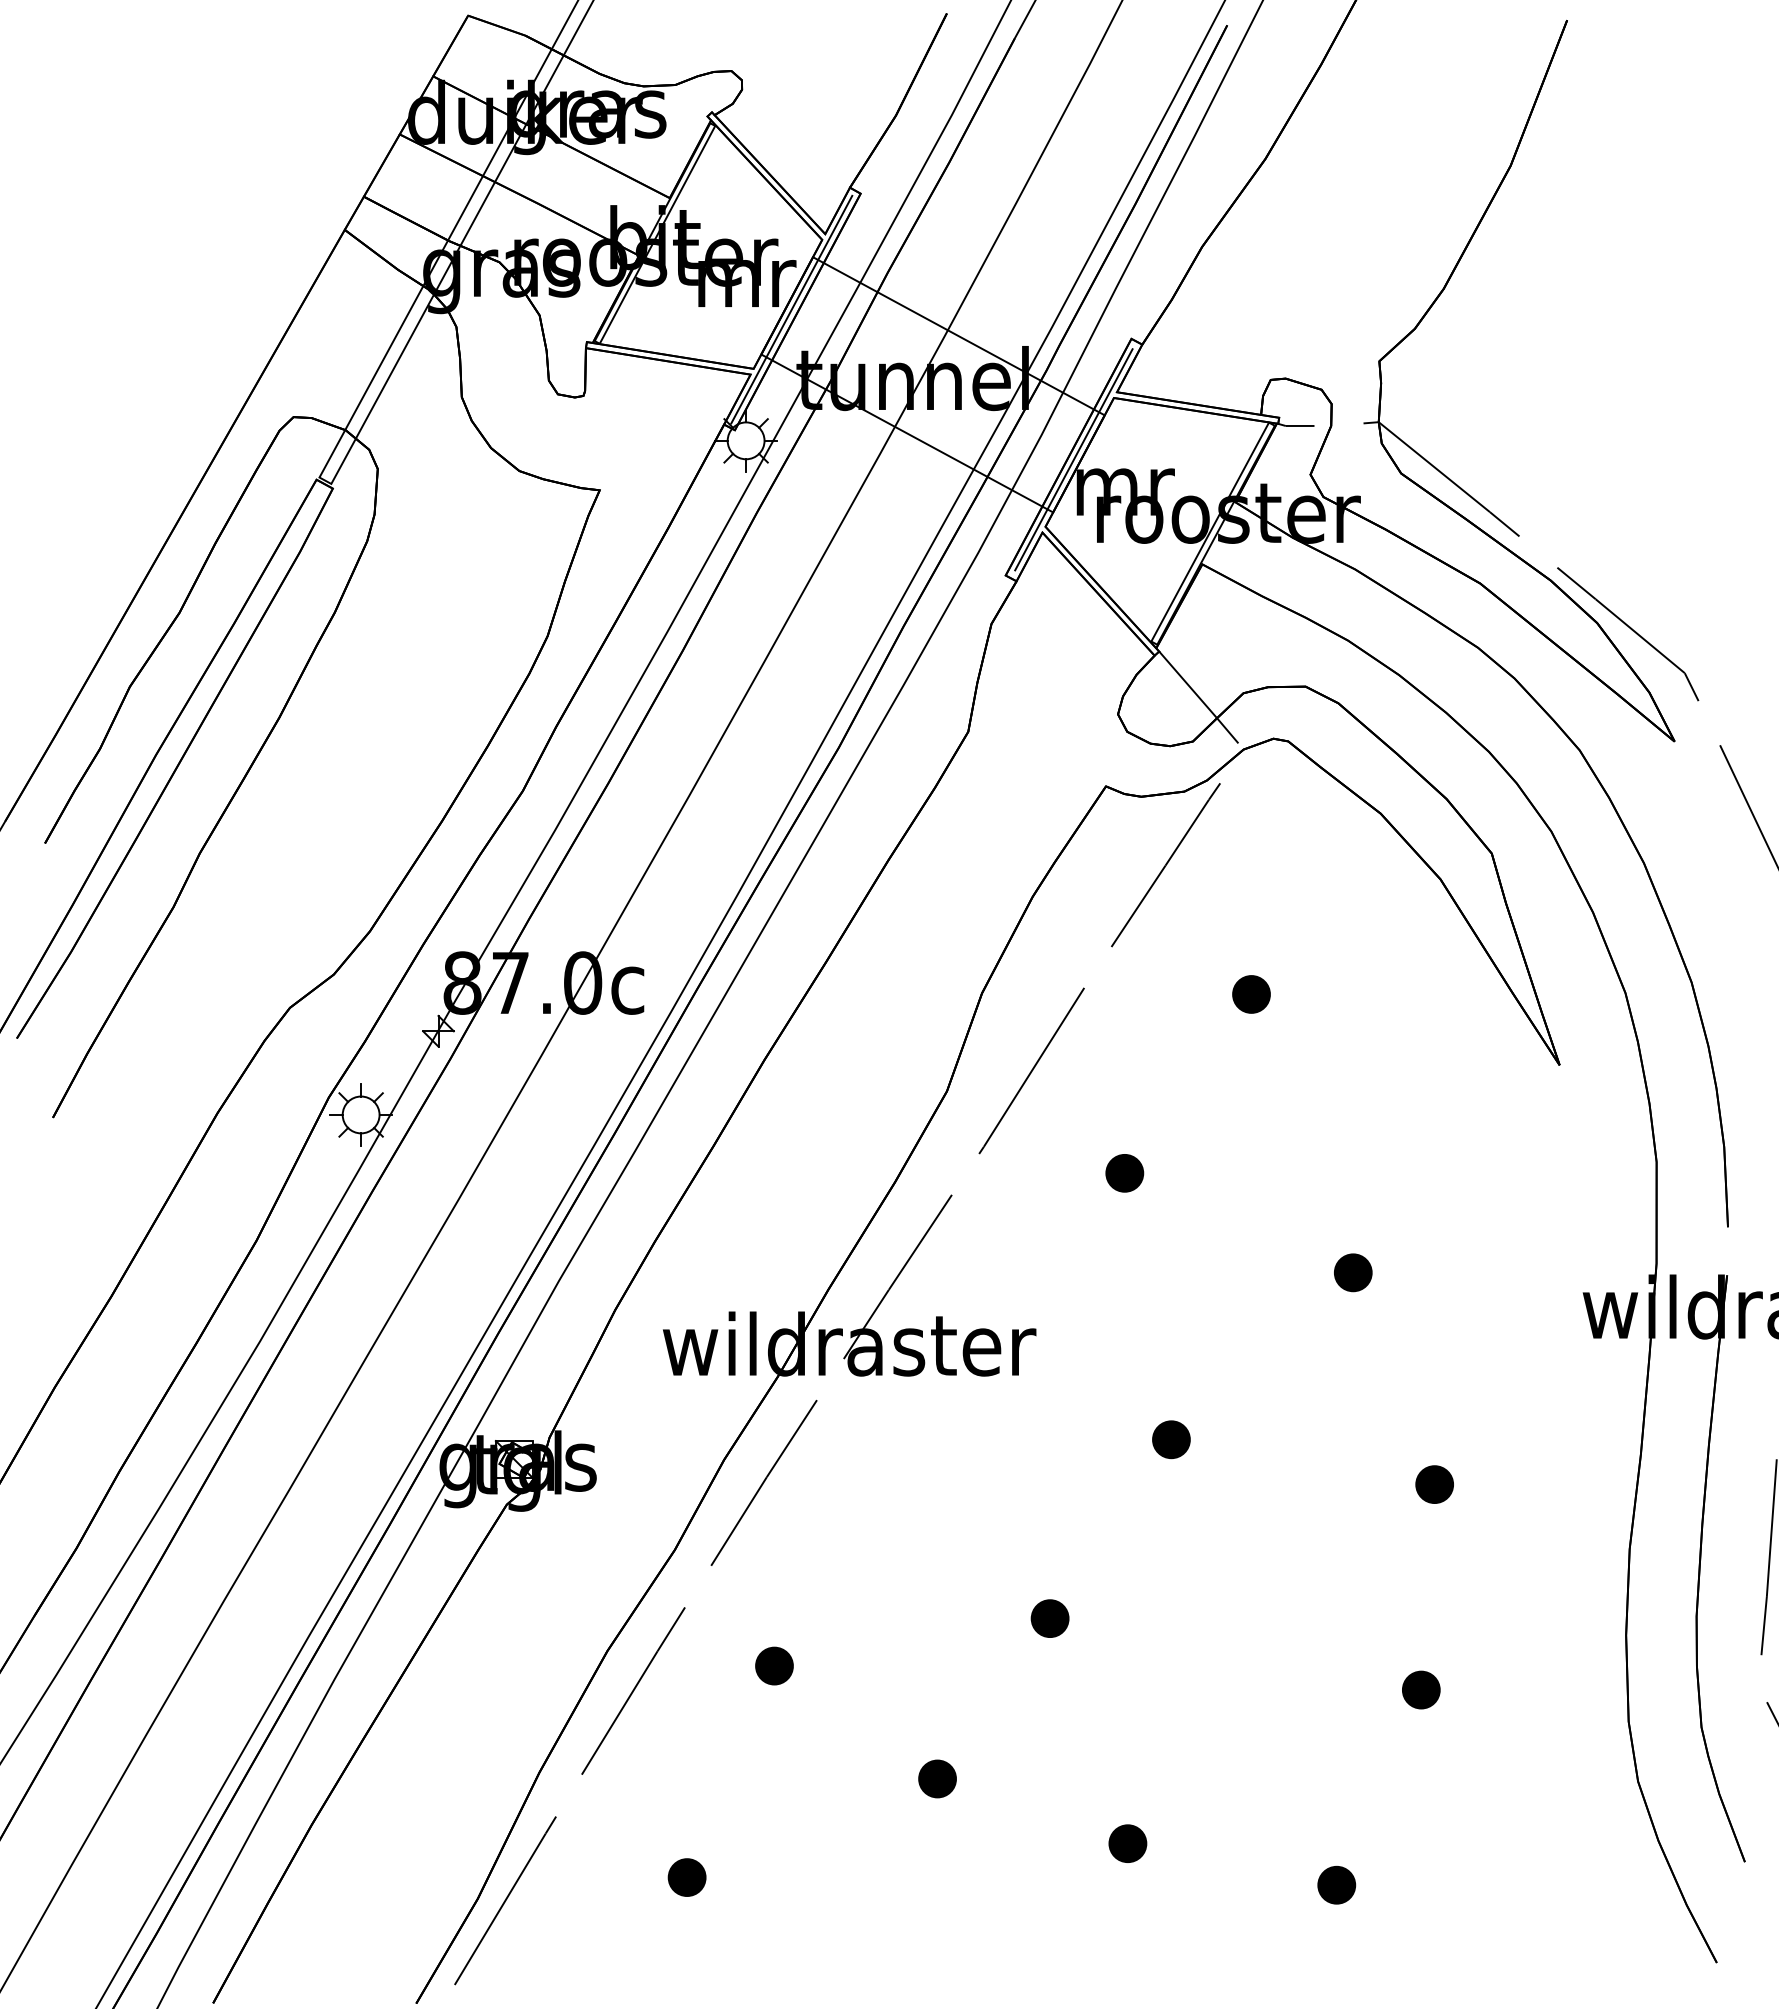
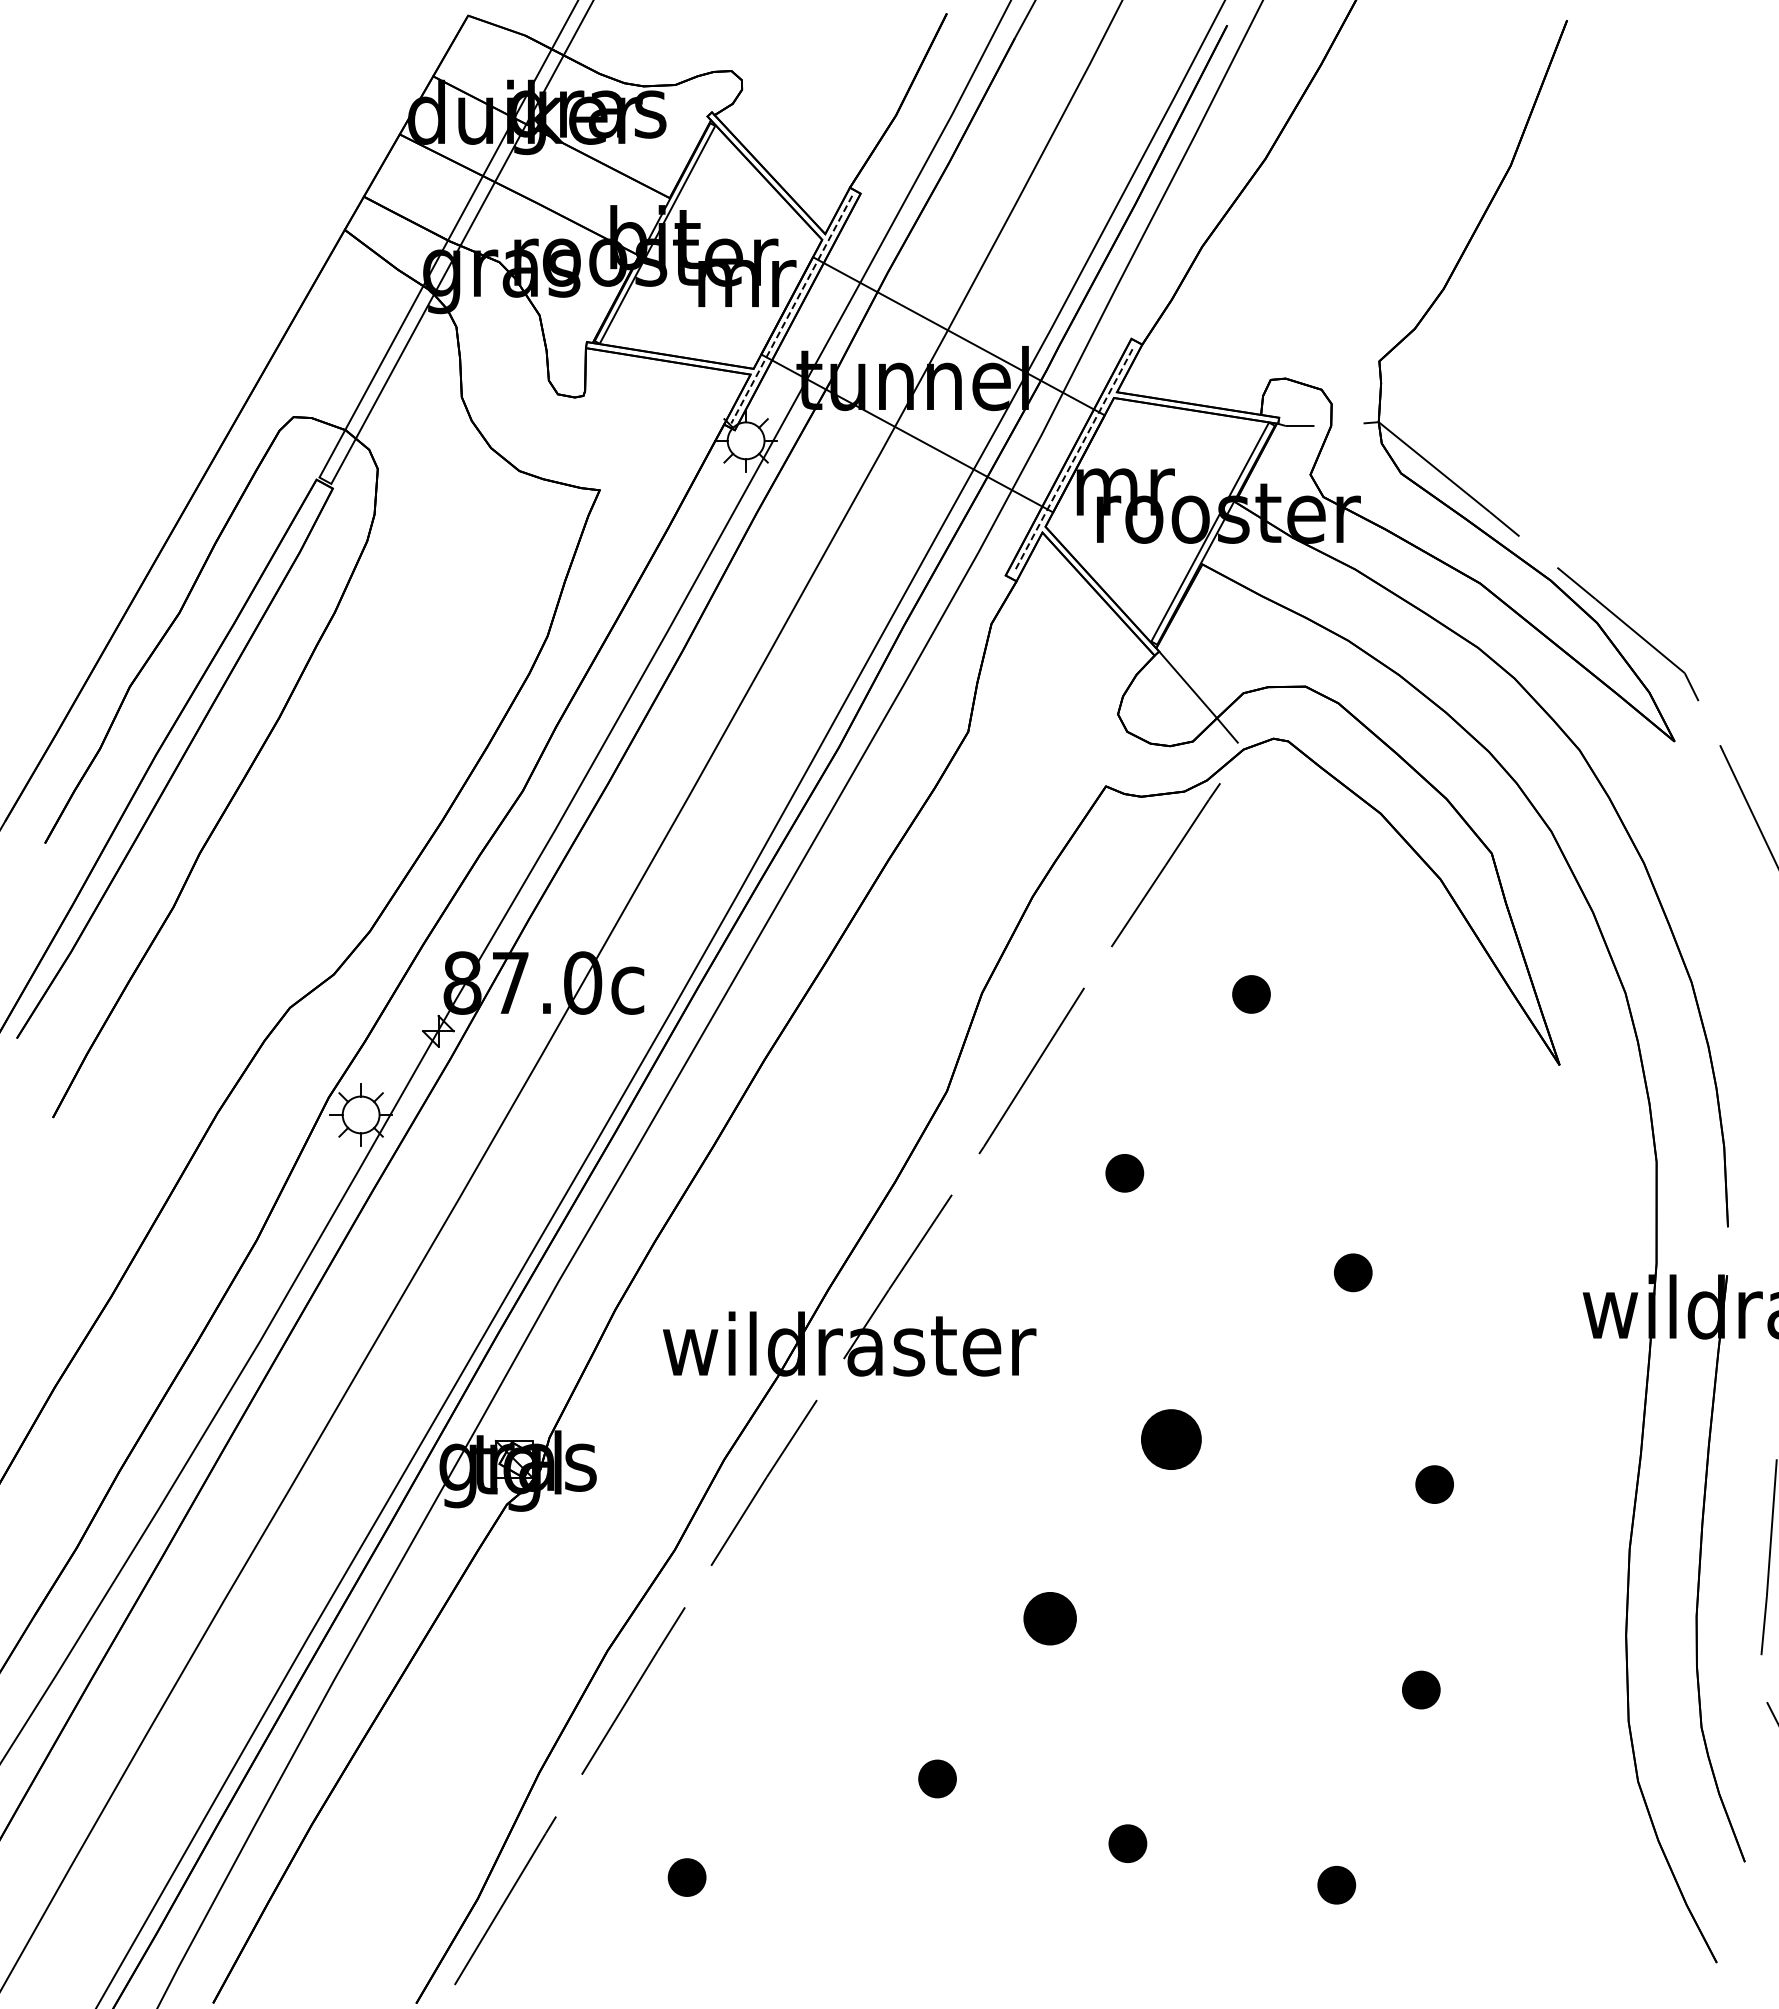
line at (791, 309): solid -> dashed
line at (1073, 460): solid -> dashed
part at (1171, 1439) size: 39x40 px -> 61x61 px
part at (1049, 1618) size: 40x39 px -> 54x54 px
part at (774, 1665): present -> none
